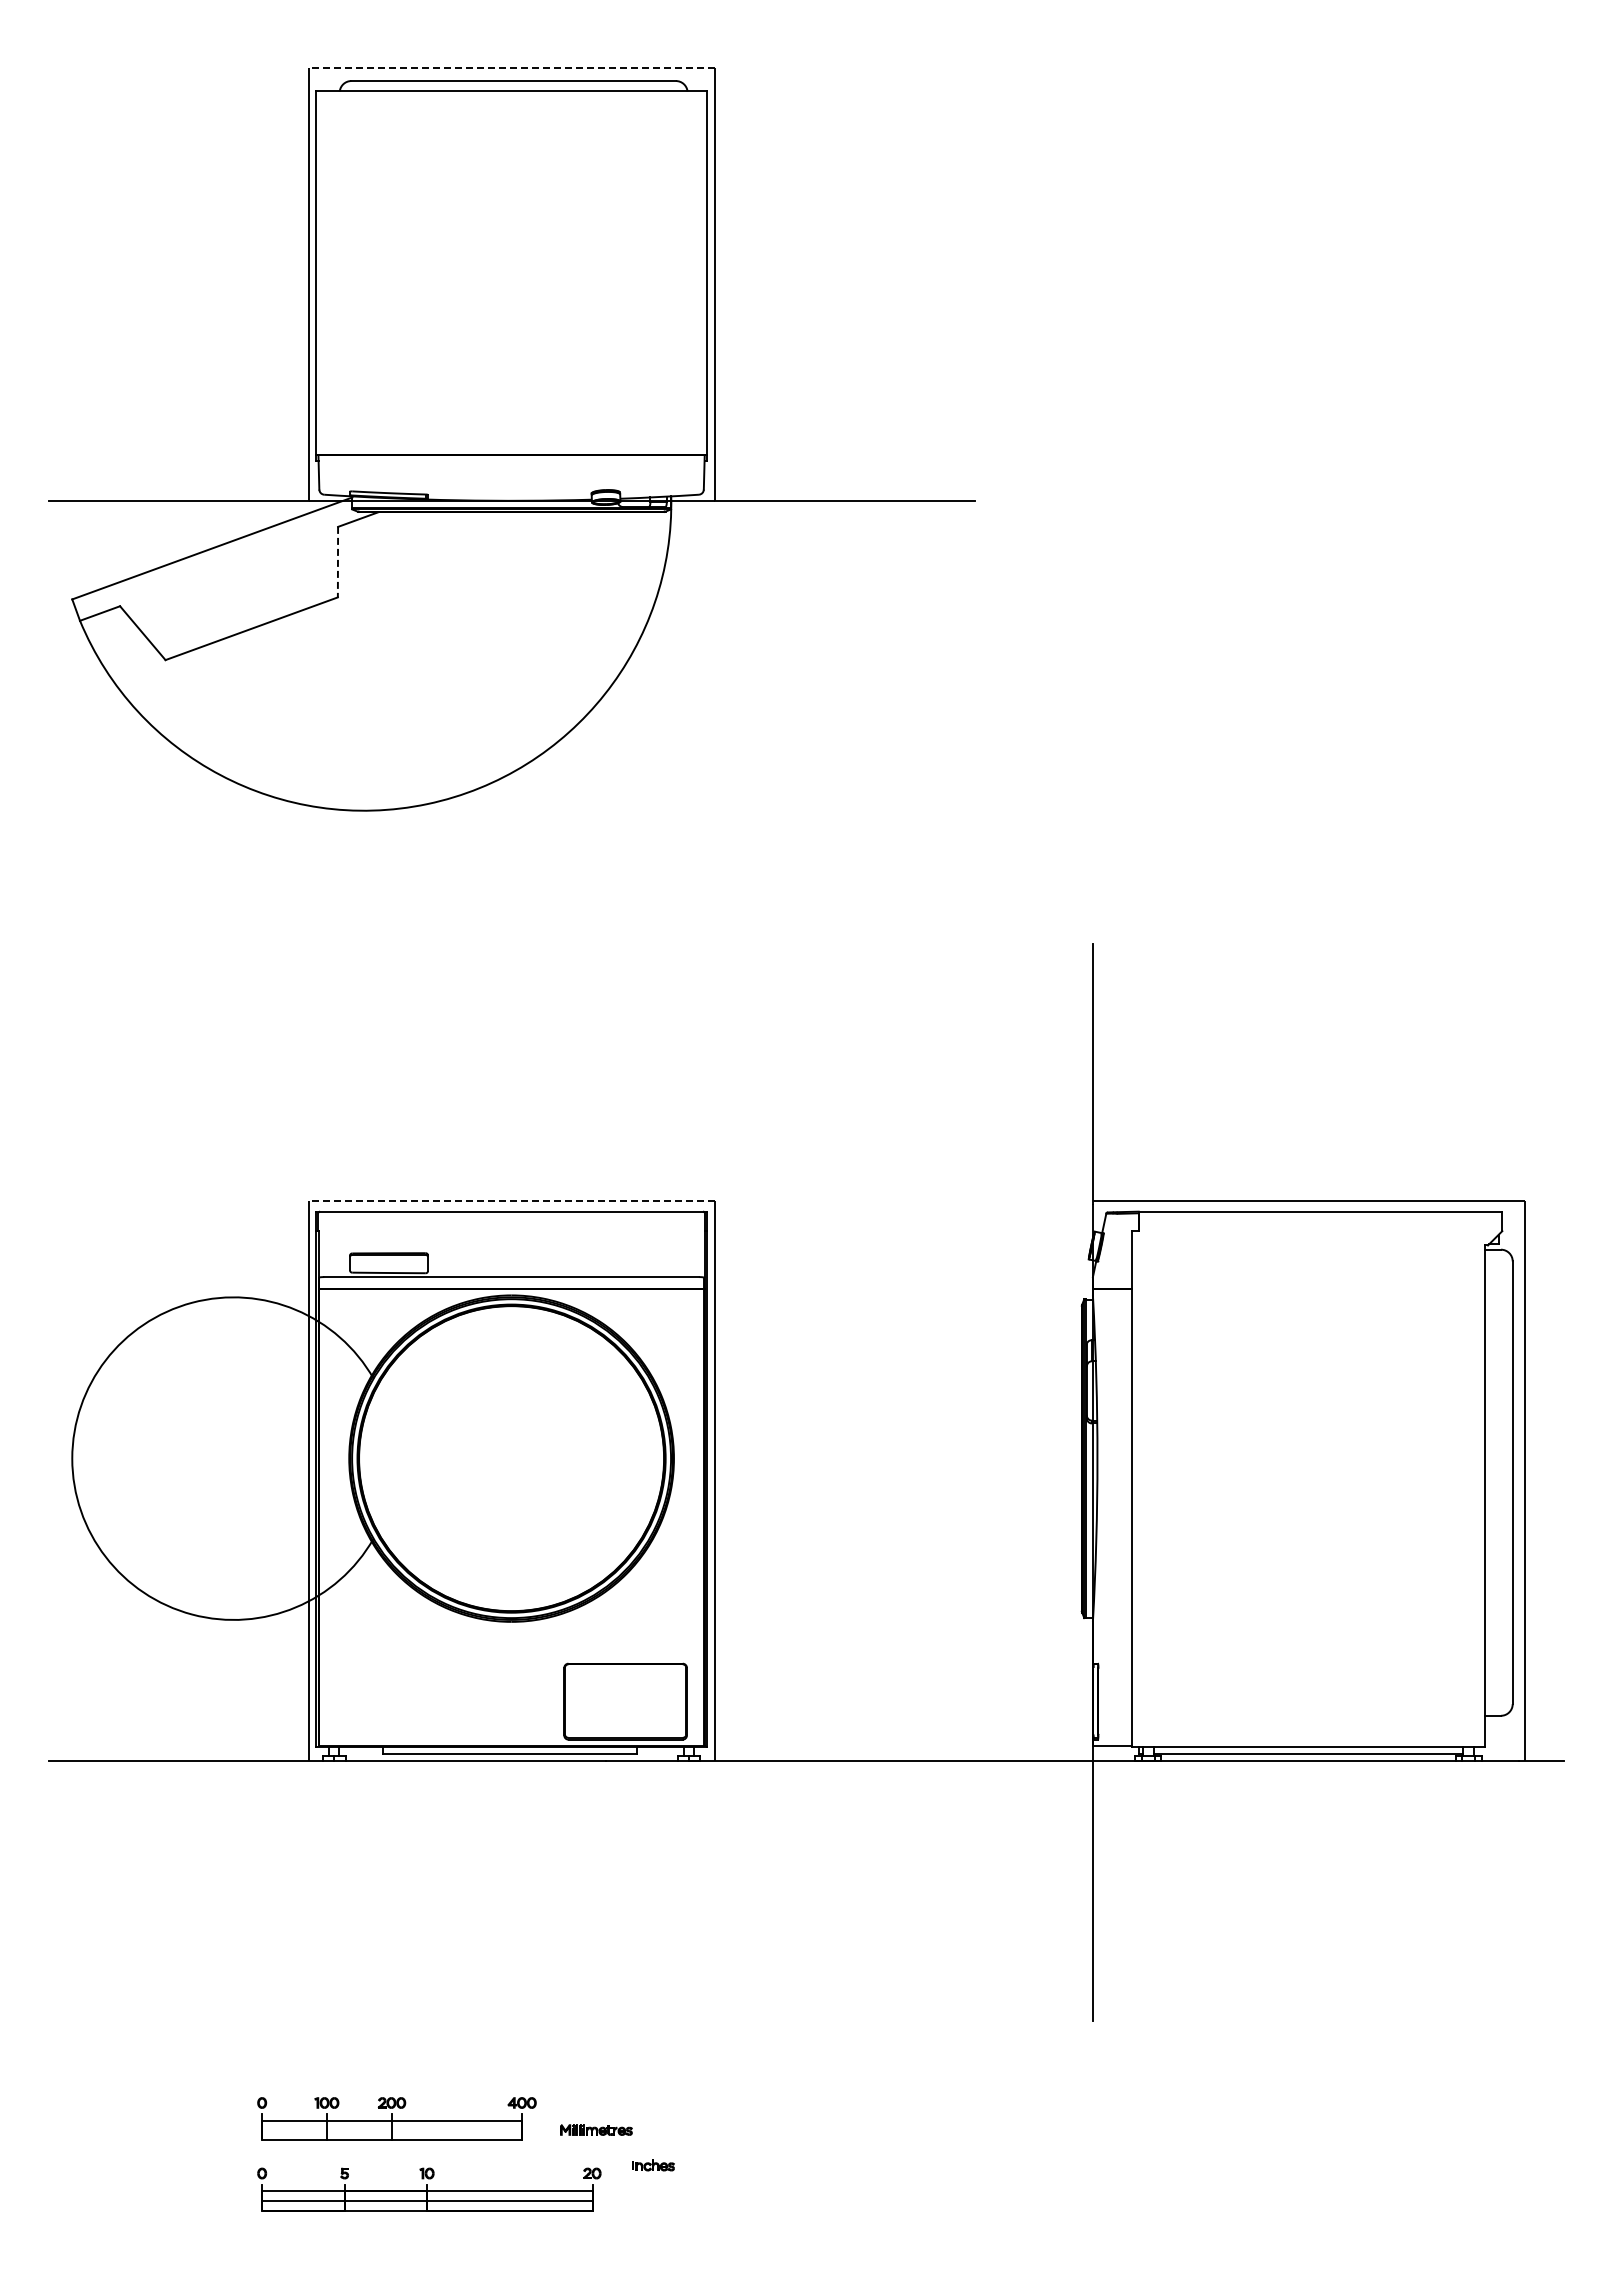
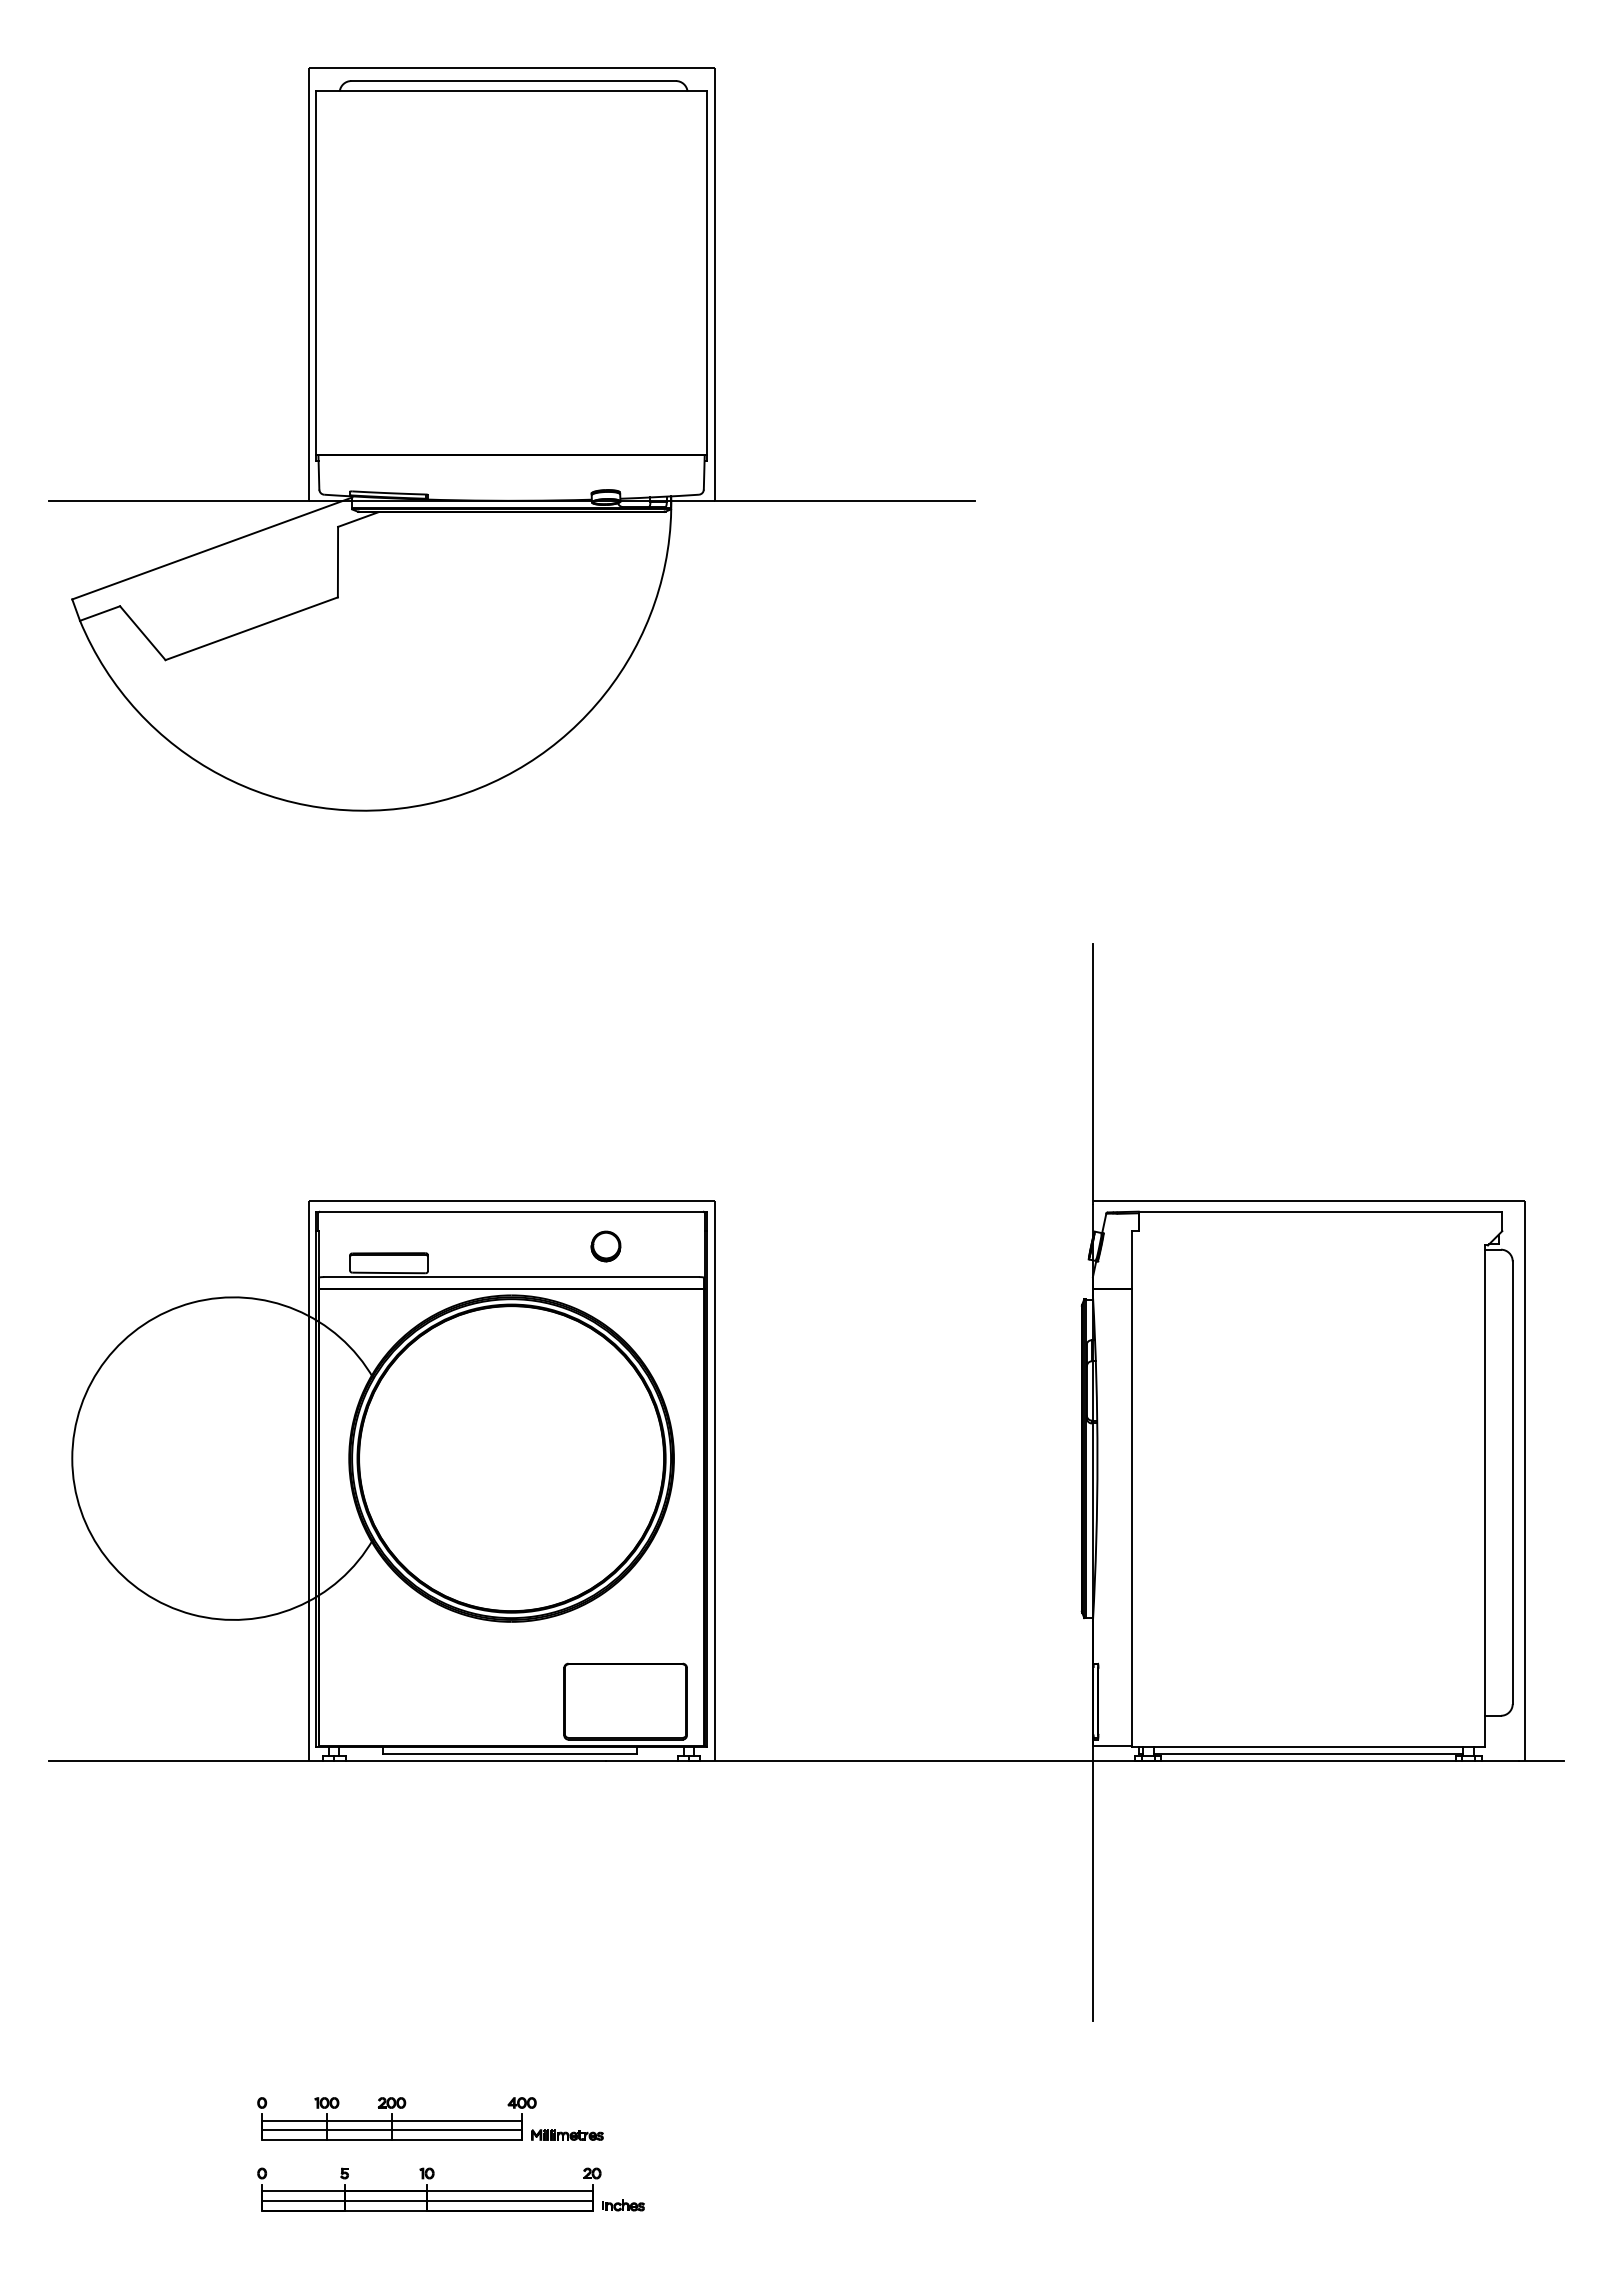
line at (511, 68): dashed -> solid
line at (337, 562): dashed -> solid
line at (511, 1200): dashed -> solid
part at (605, 1246): none -> present
part at (596, 2129) position: (596, 2129) -> (567, 2134)
line at (392, 2130): none -> present
part at (653, 2165) position: (653, 2165) -> (623, 2205)
